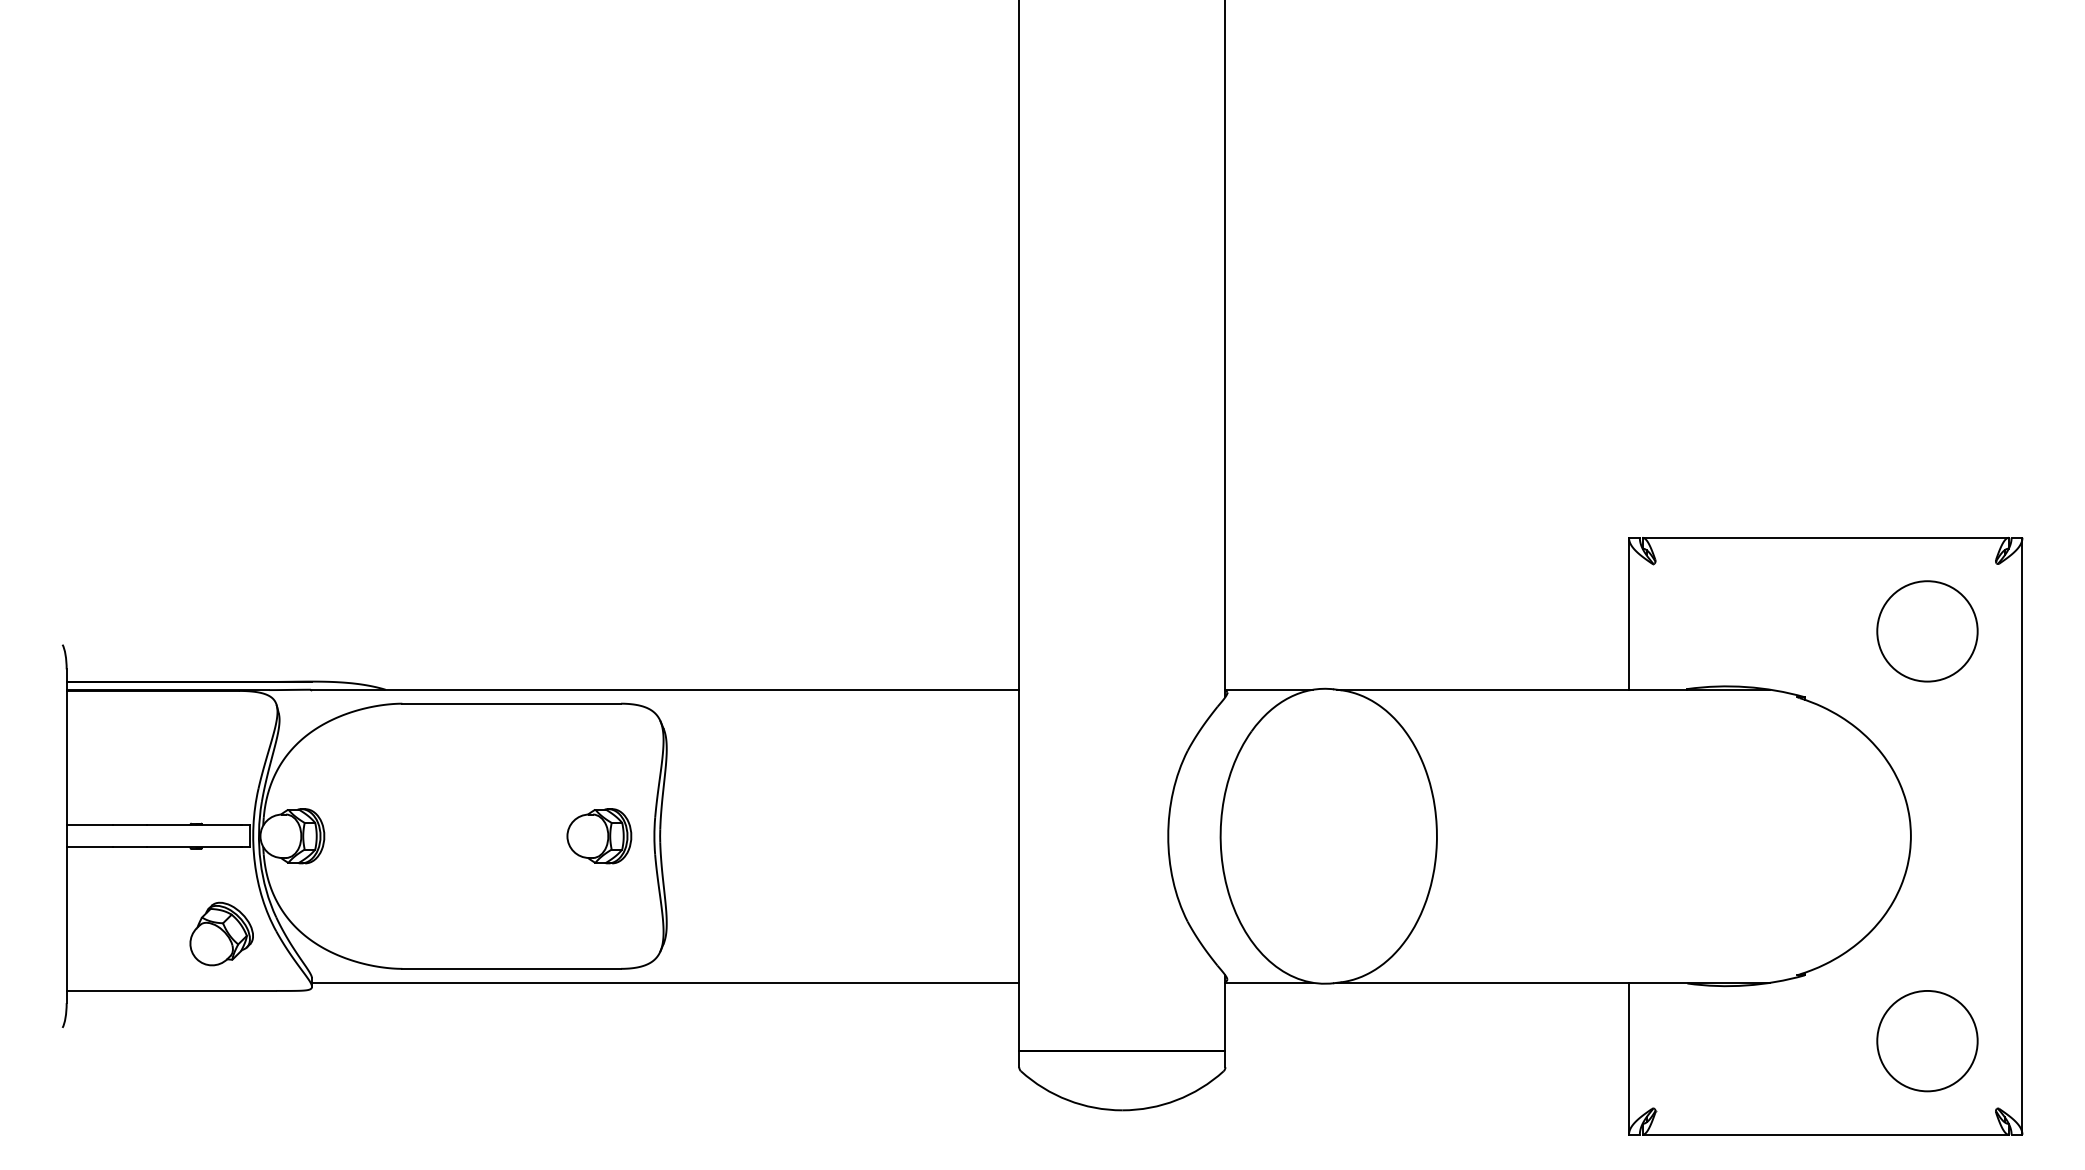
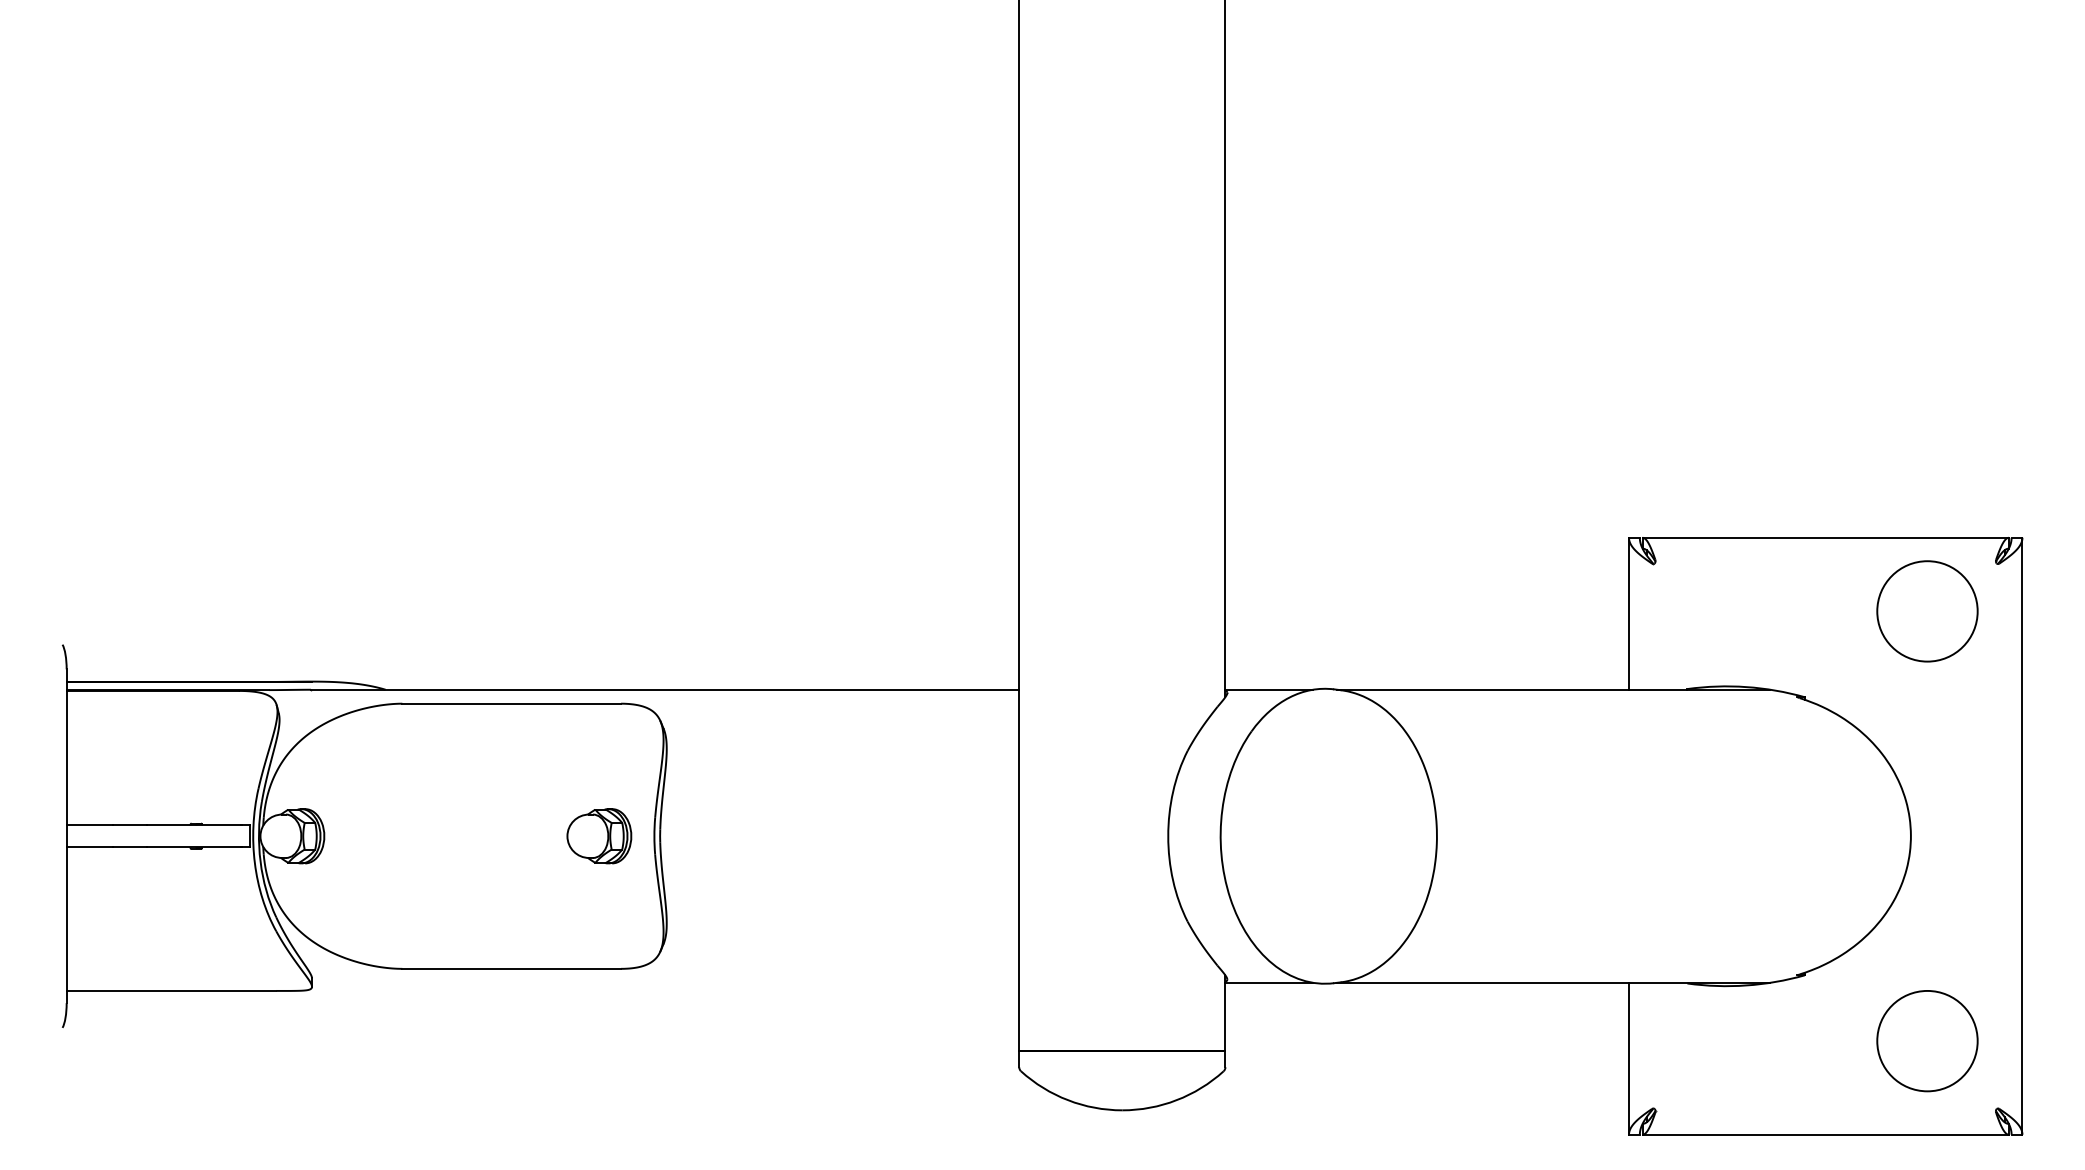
circle at (1927, 631) position: (1927, 631) -> (1927, 611)
part at (221, 933): present -> none
line at (665, 982): present -> none
